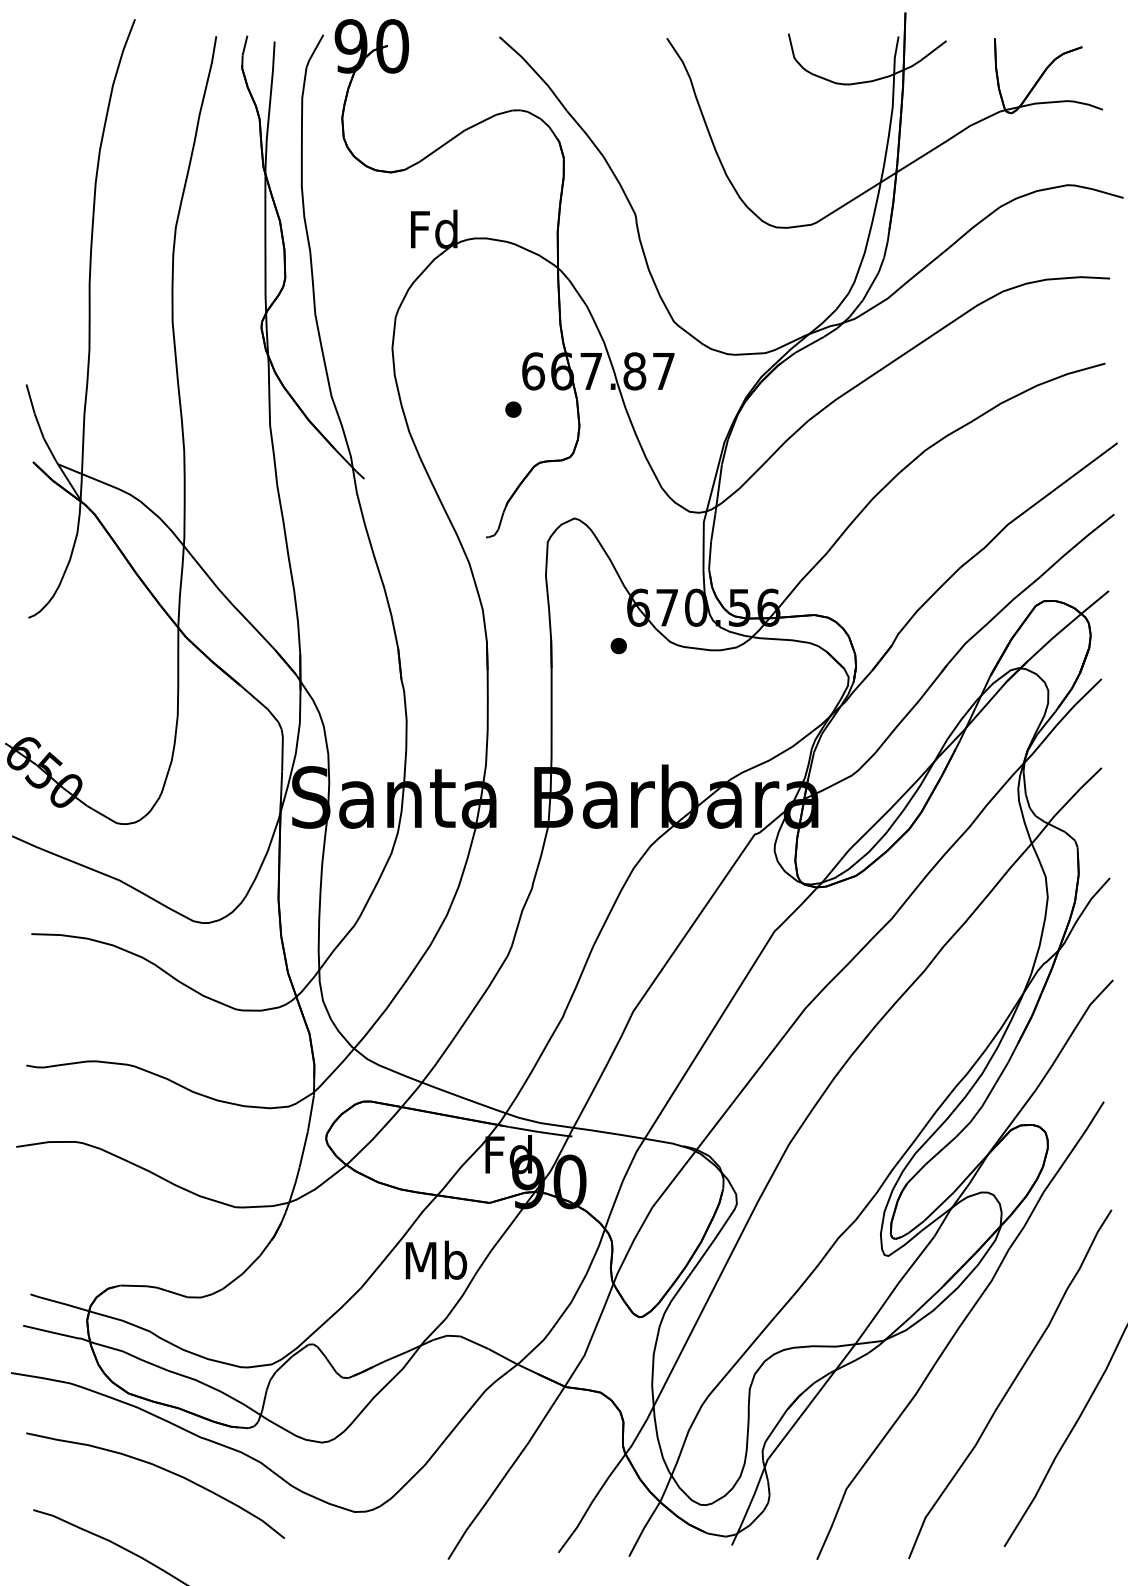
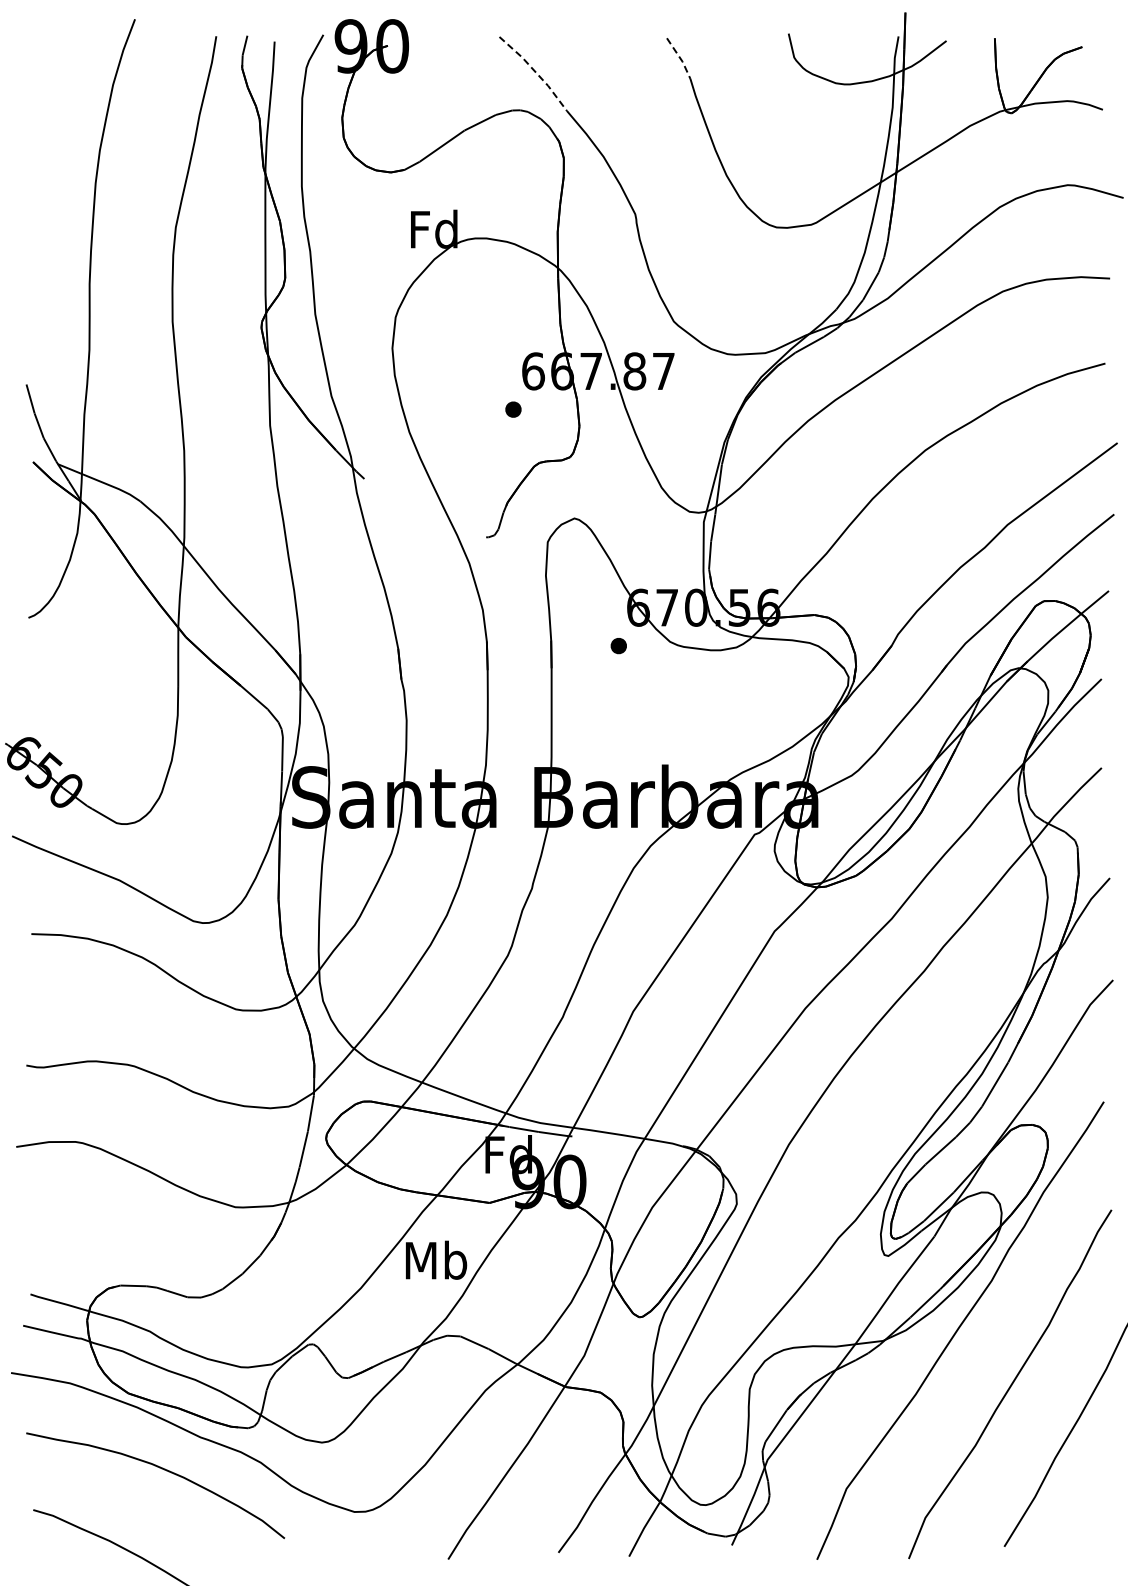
line at (680, 58): solid -> dashed
line at (535, 72): solid -> dashed
